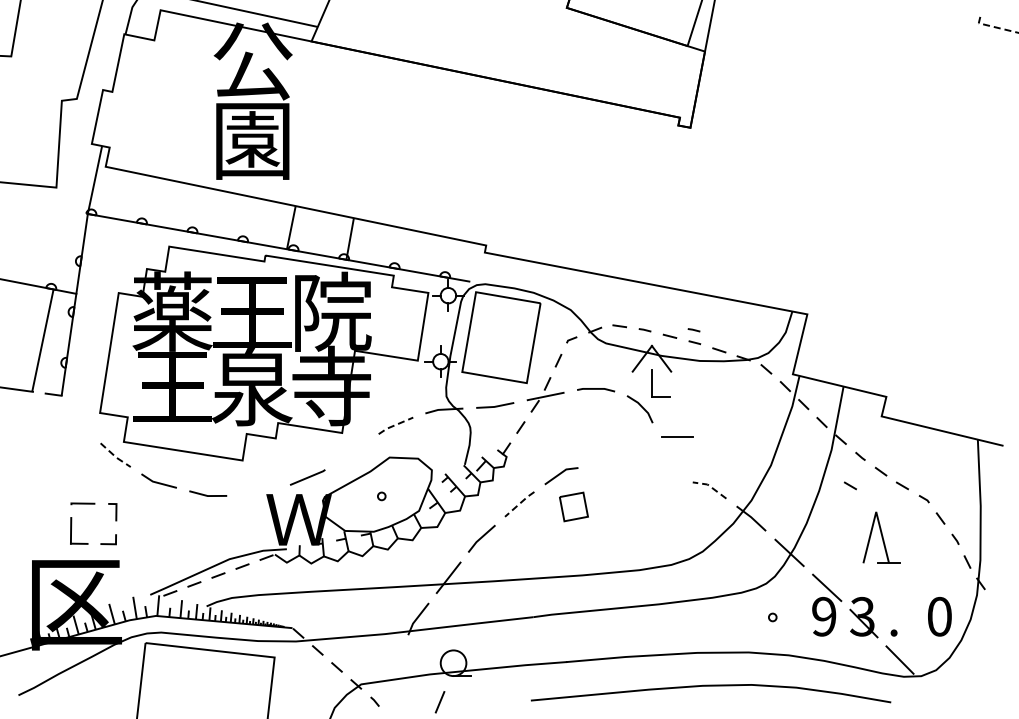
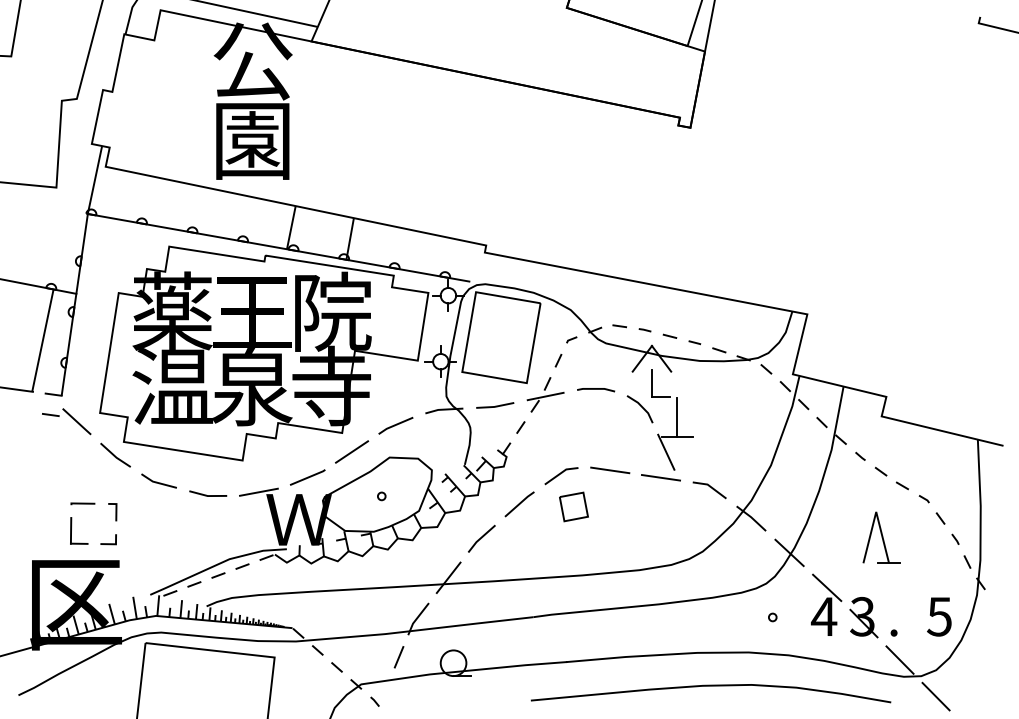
line at (995, 27): dashed -> solid
line at (693, 330): present -> none
text at (172, 386): 王 -> 温
line at (677, 417): none -> present
part at (66, 421): none -> present
line at (394, 425): dashed -> solid
line at (352, 451): none -> present
line at (666, 451): none -> present
line at (115, 456): dashed -> solid
line at (610, 470): none -> present
line at (660, 477): none -> present
line at (849, 485): present -> none
line at (710, 486): dashed -> solid
line at (258, 491): none -> present
line at (519, 503): dashed -> solid
text at (823, 616): 9 -> 4
text at (939, 616): 0 -> 5
line at (935, 696): none -> present
line at (439, 702) position: (439, 702) -> (398, 657)
